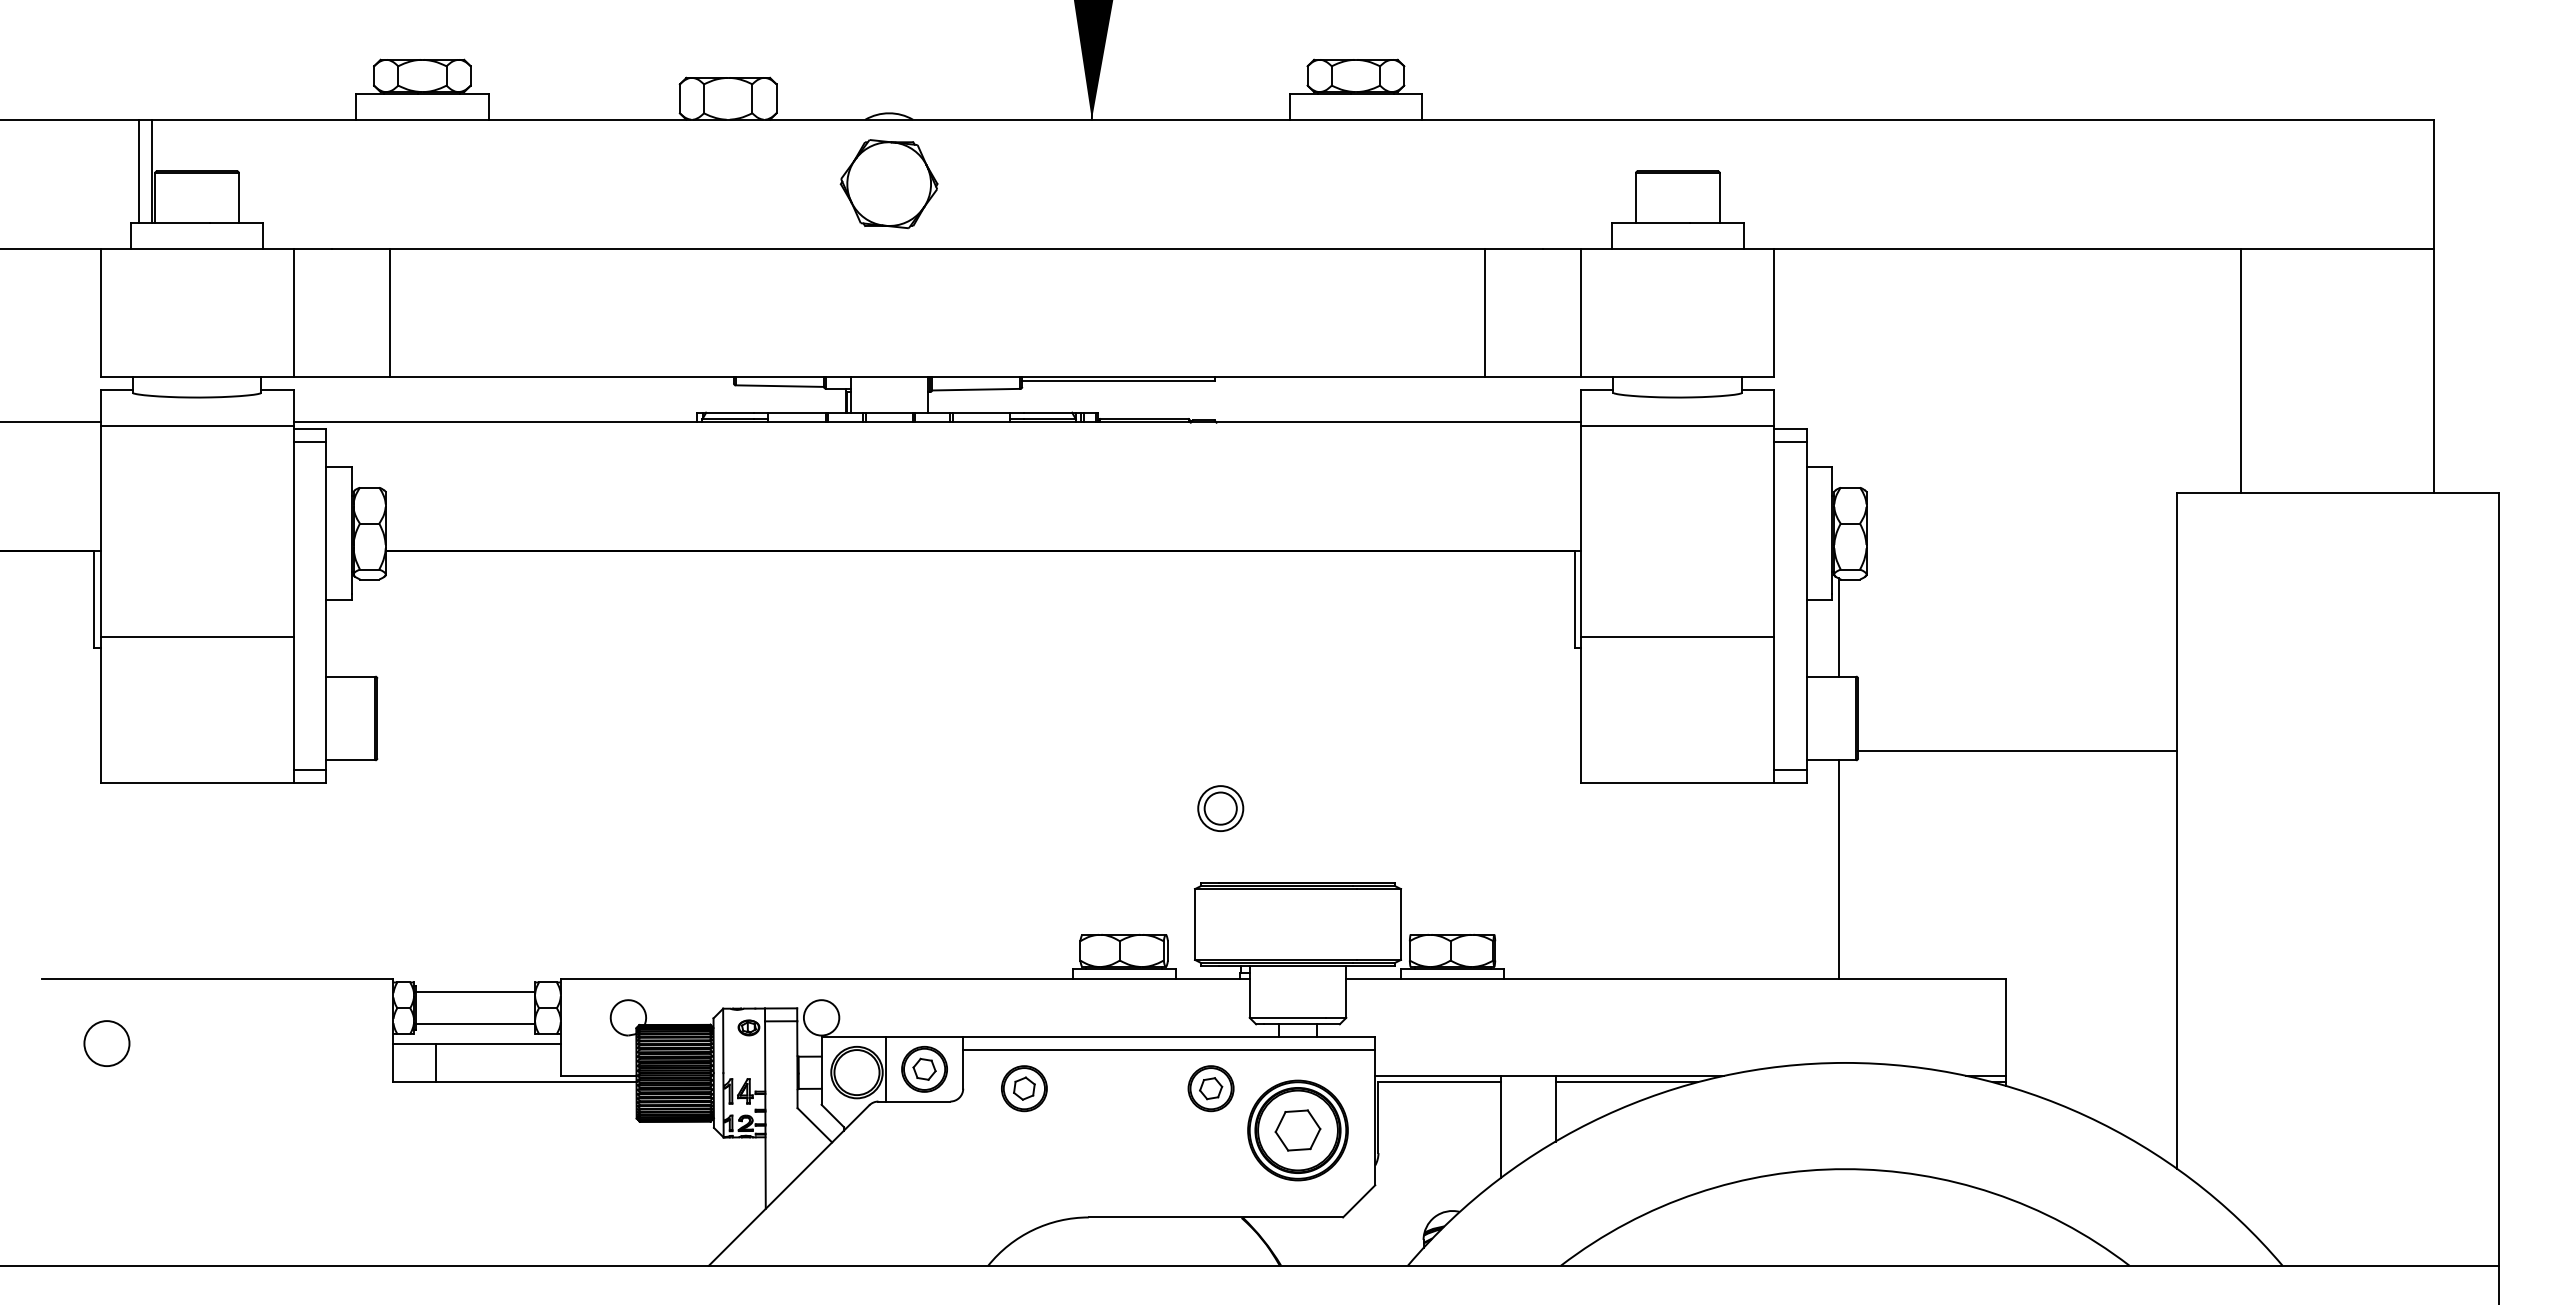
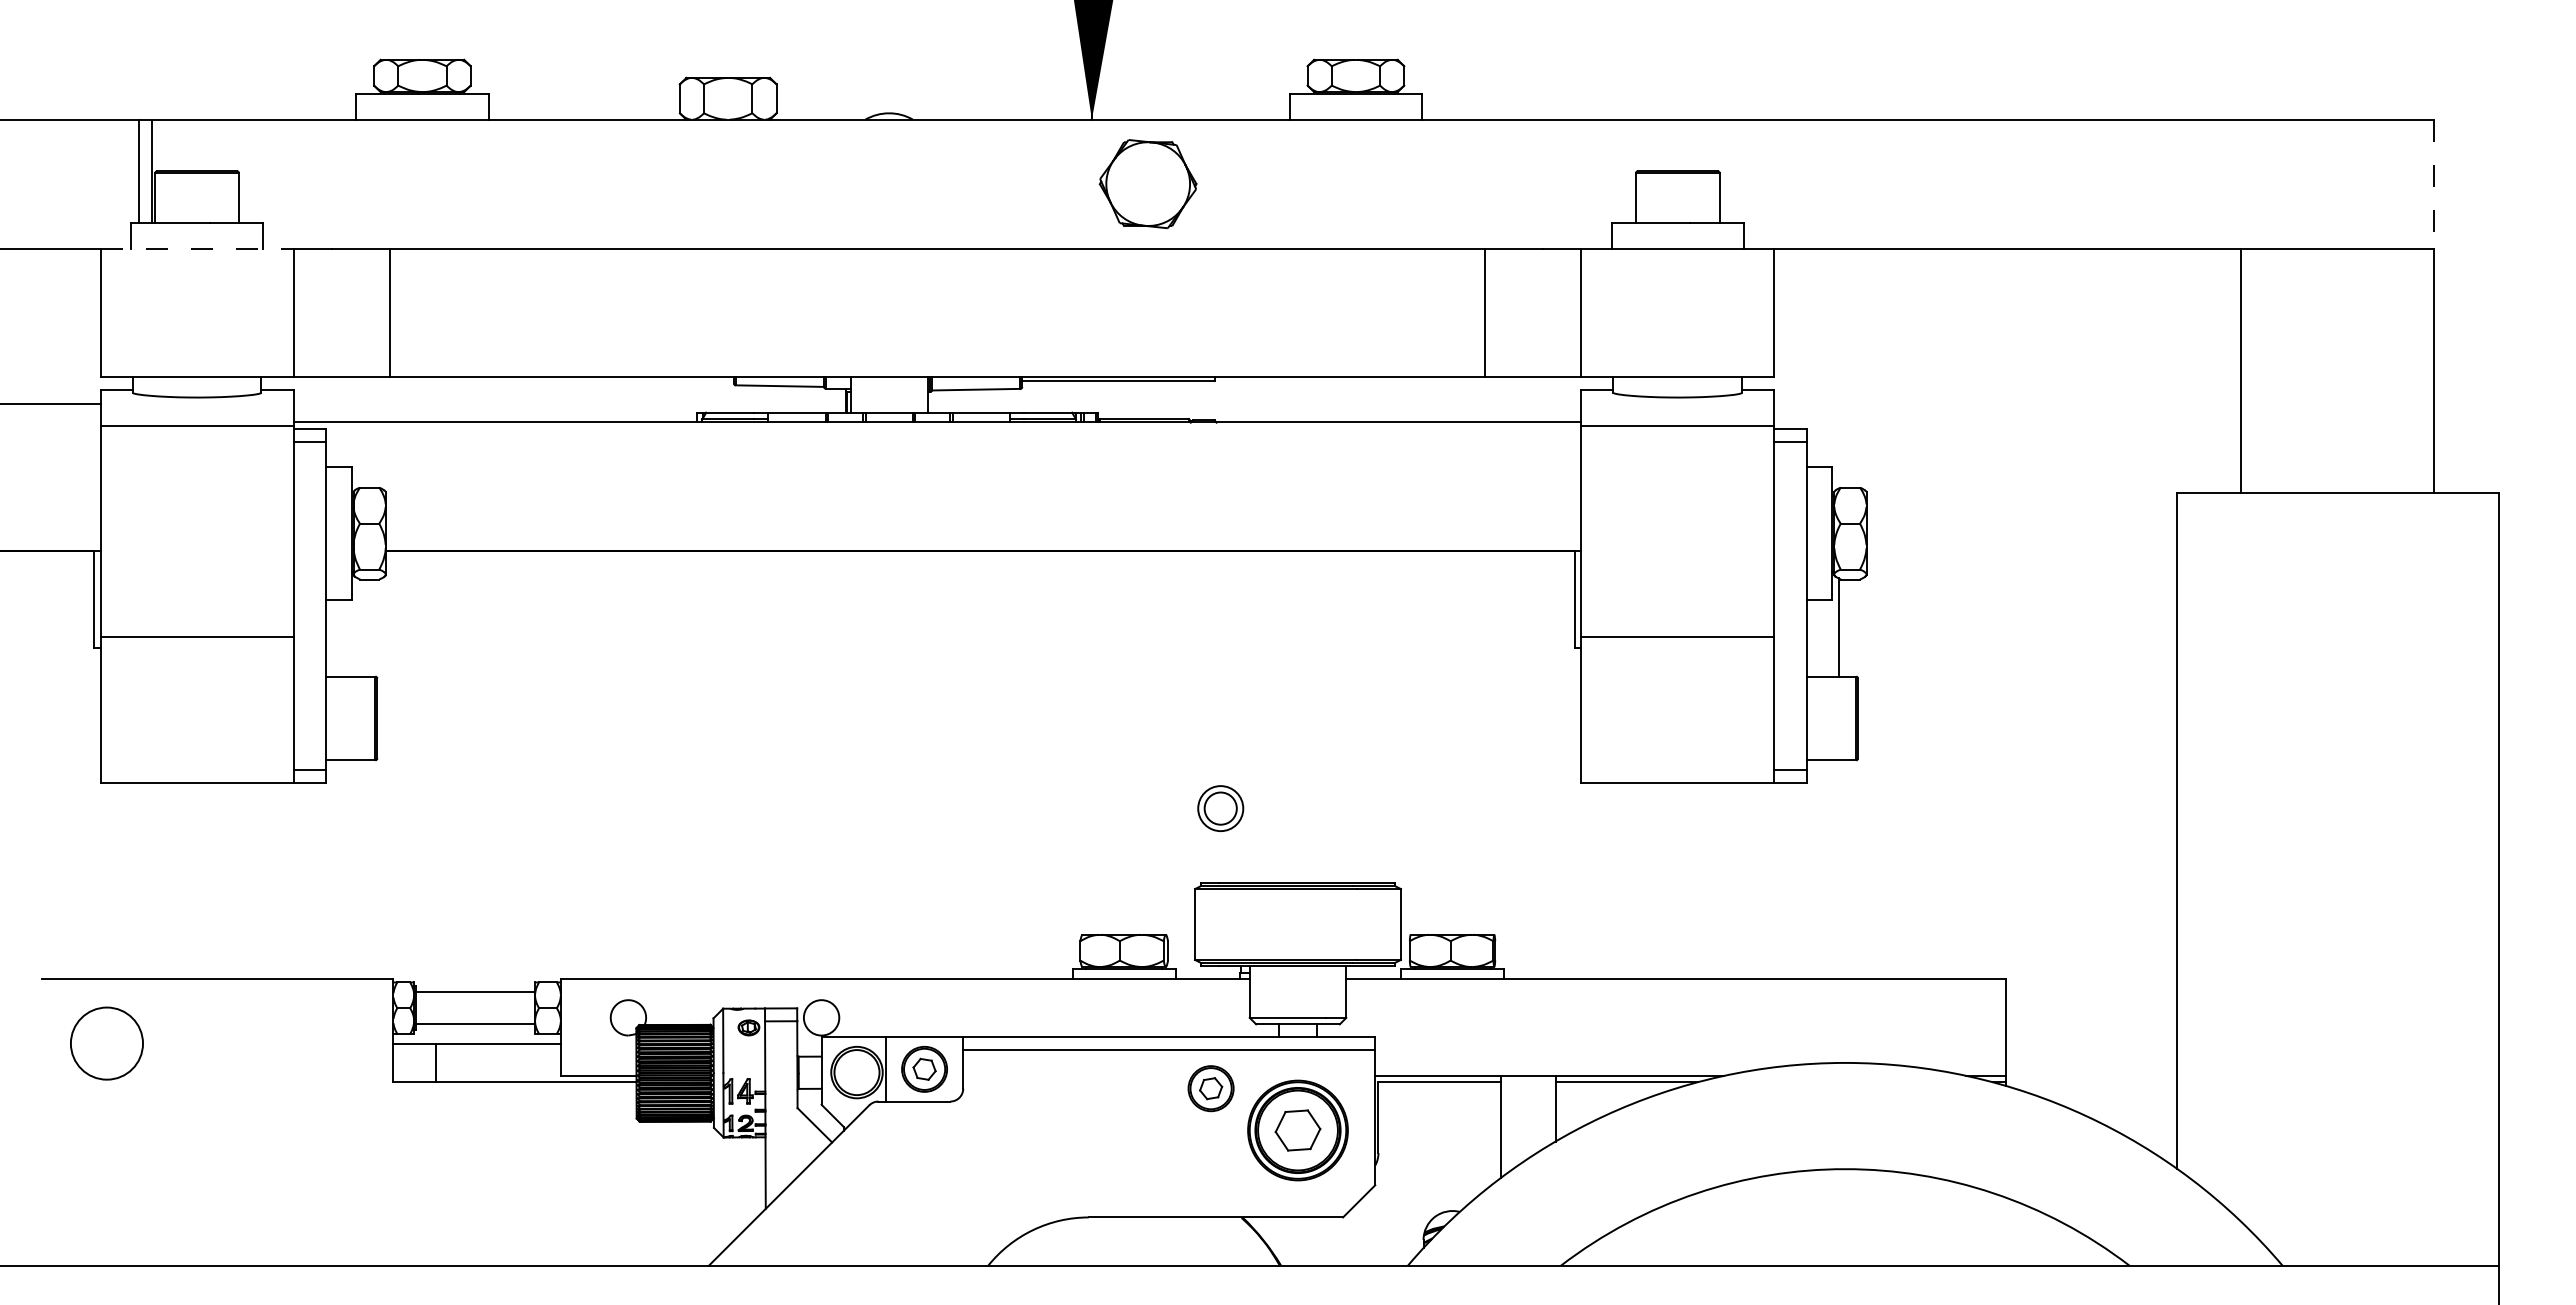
part at (888, 184) position: (888, 184) -> (1147, 184)
line at (2434, 184): solid -> dashed
line at (197, 248): solid -> dashed
line at (51, 422) position: (51, 422) -> (51, 404)
line at (2017, 750): present -> none
line at (1838, 869): present -> none
circle at (106, 1043) diameter: 45 px -> 72 px
part at (1024, 1088): present -> none
